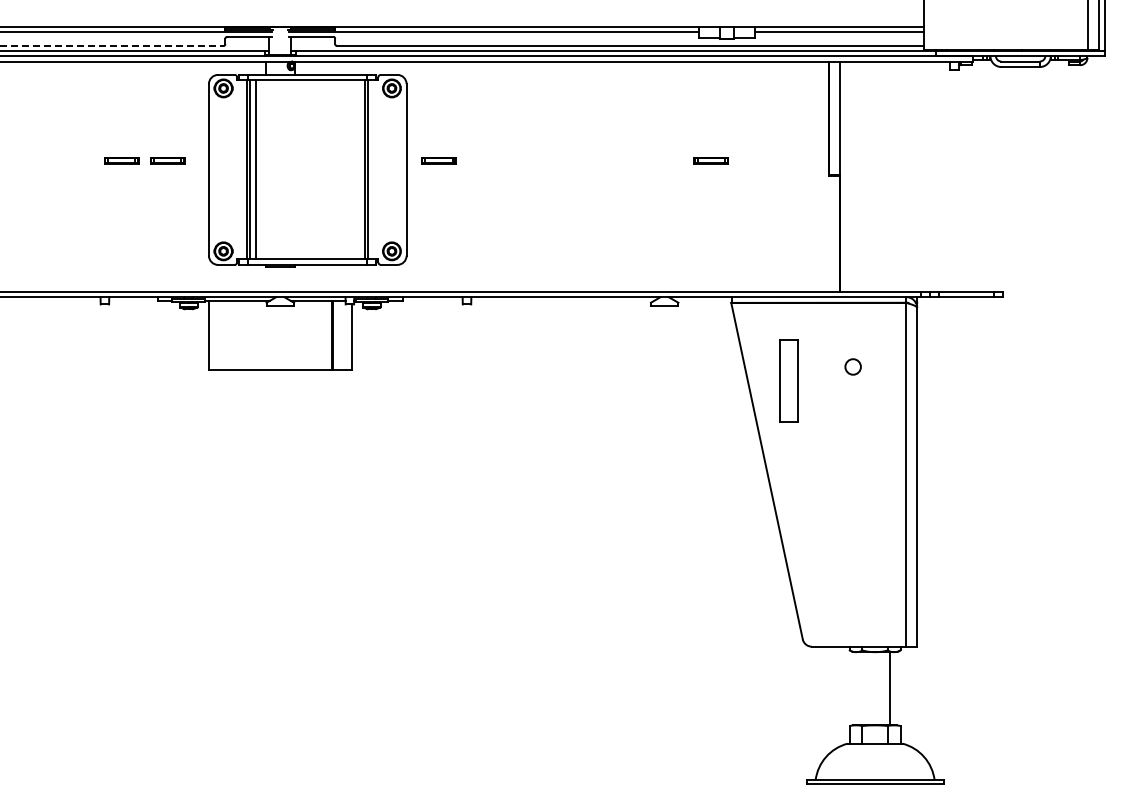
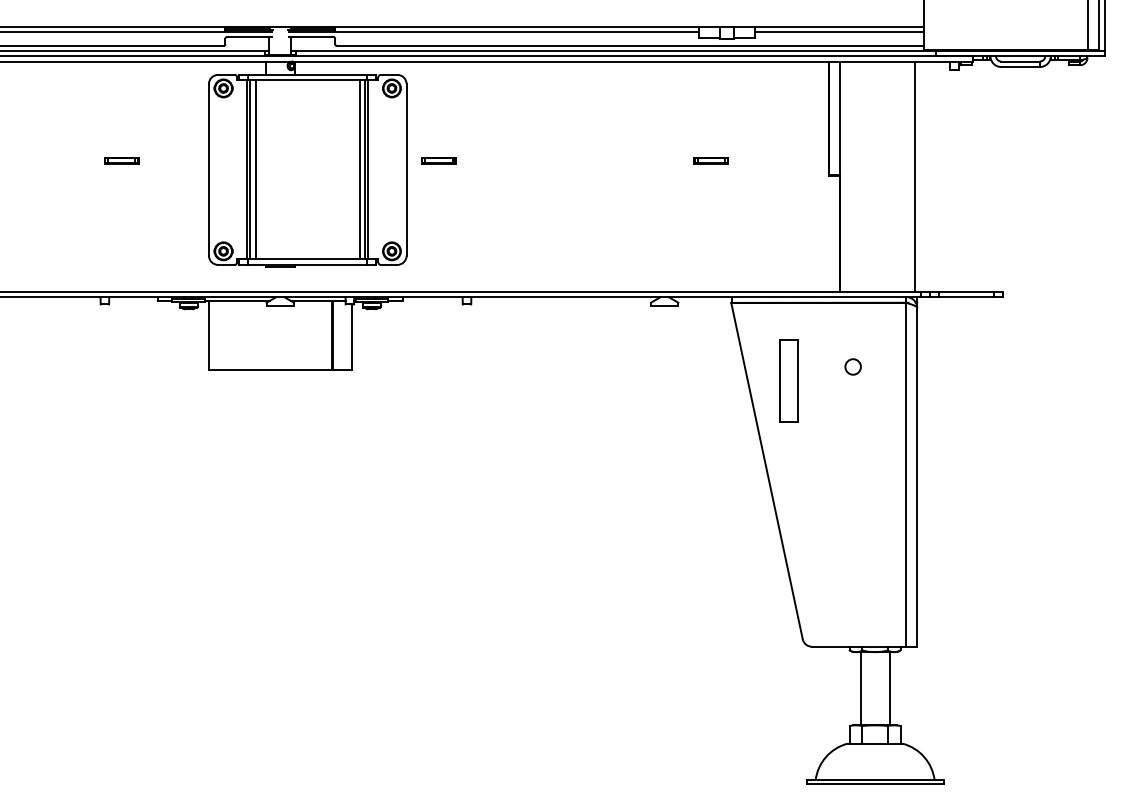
line at (112, 46): dashed -> solid
part at (167, 160): present -> none
line at (359, 169): none -> present
line at (915, 176): none -> present
line at (860, 688): none -> present
